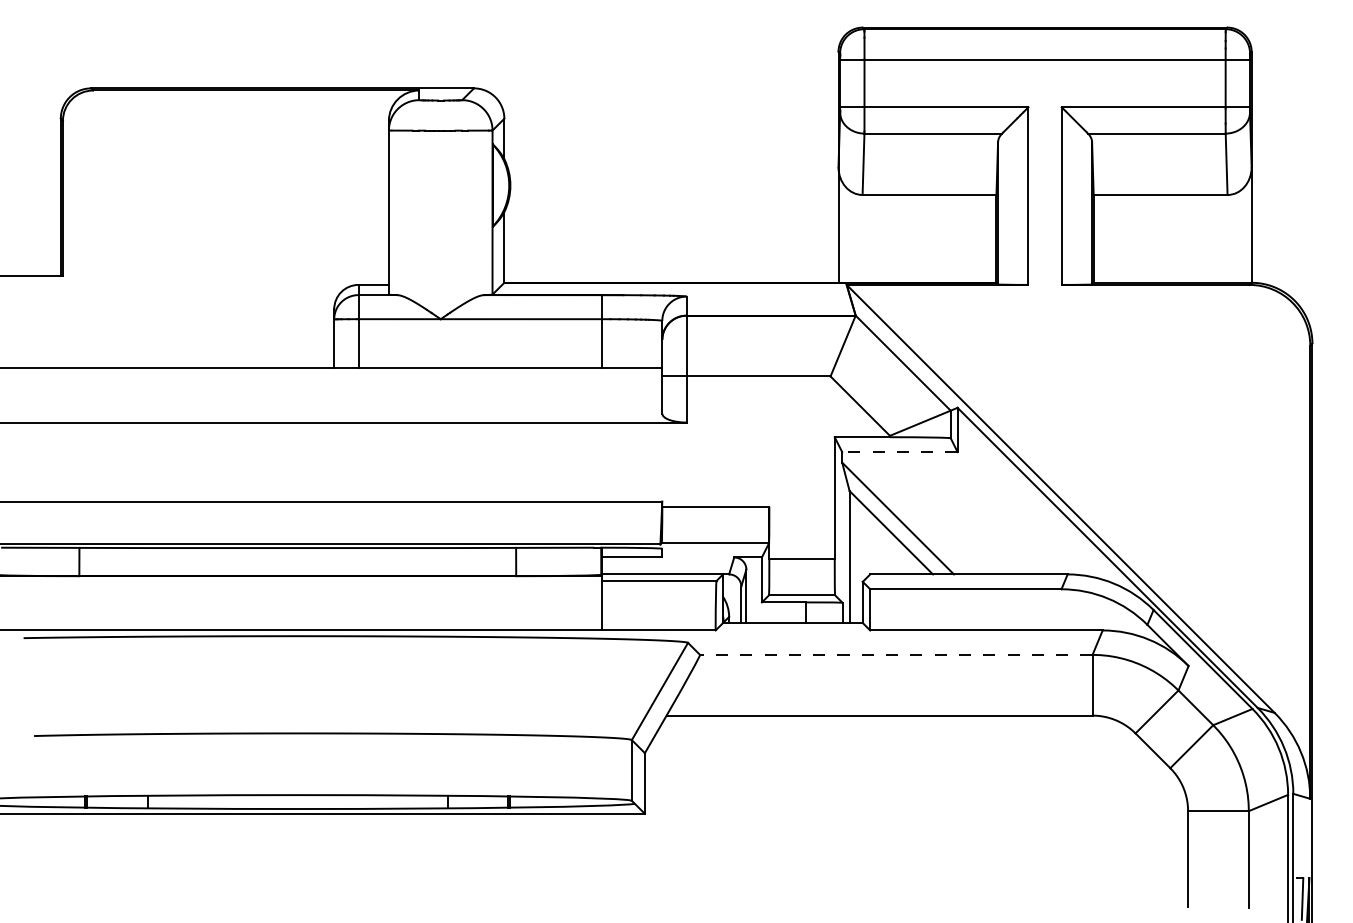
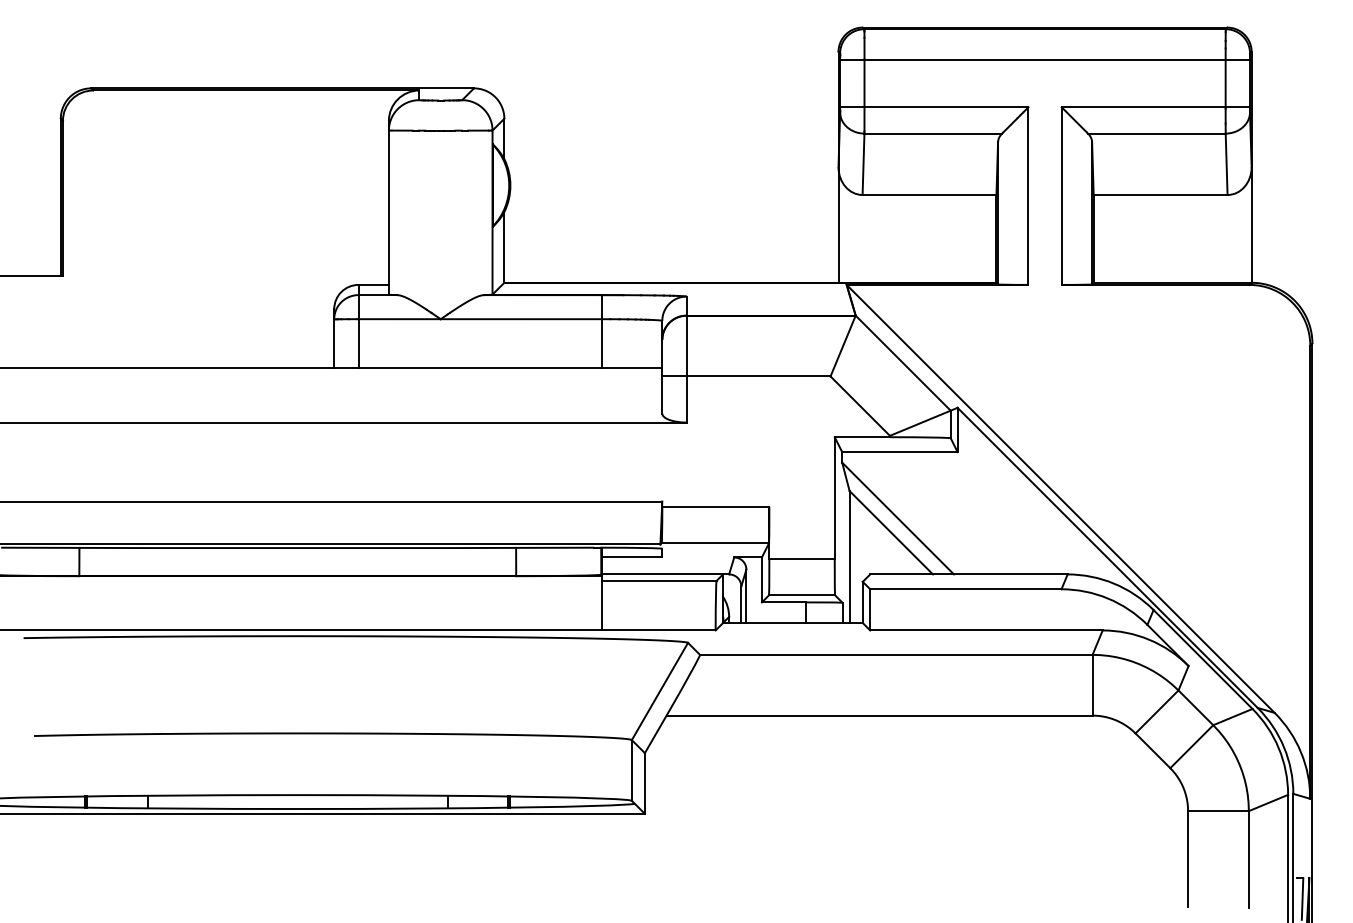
line at (899, 452): dashed -> solid
line at (895, 654): dashed -> solid
